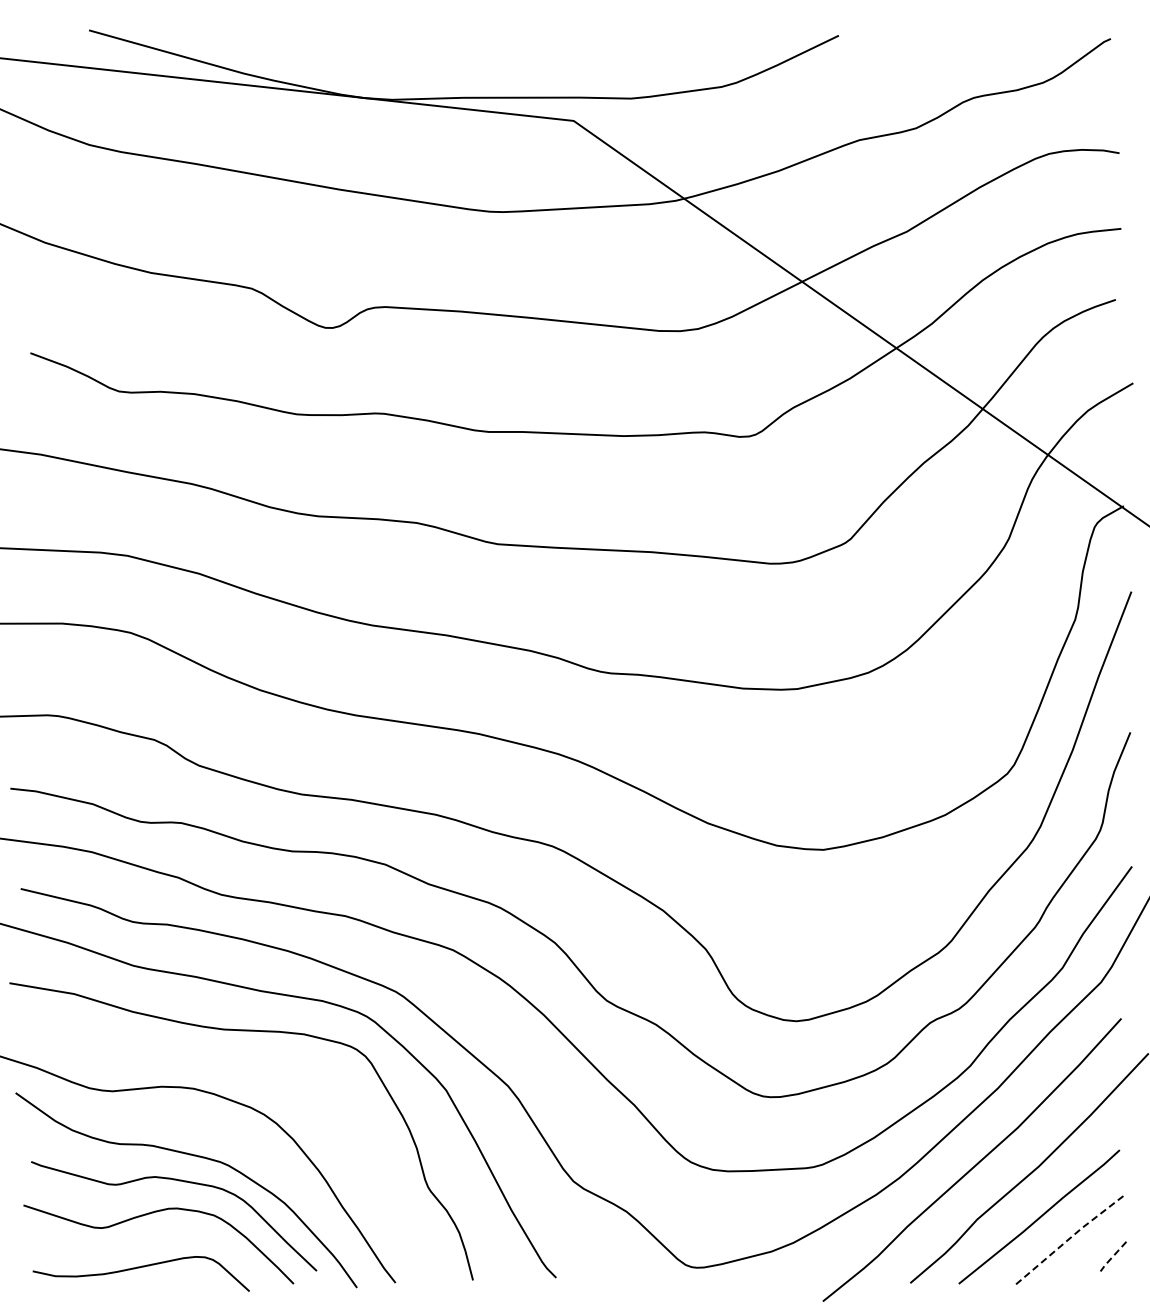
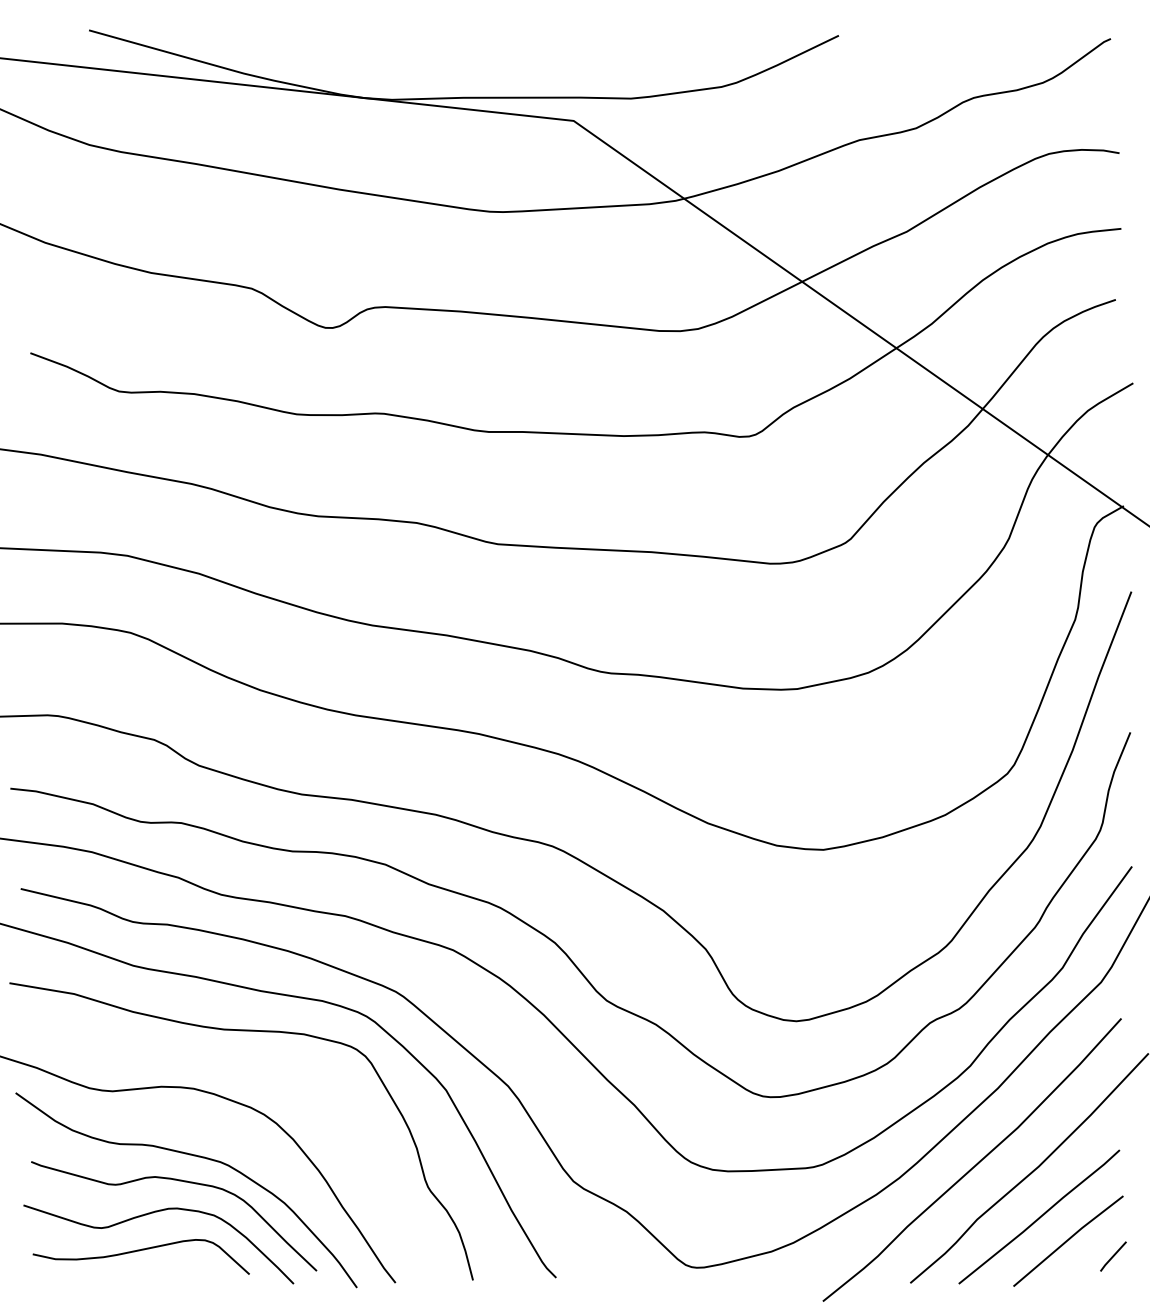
line at (1068, 1239): dashed -> solid
line at (1112, 1257): dashed -> solid
curve at (139, 1268) position: (139, 1268) -> (139, 1251)
